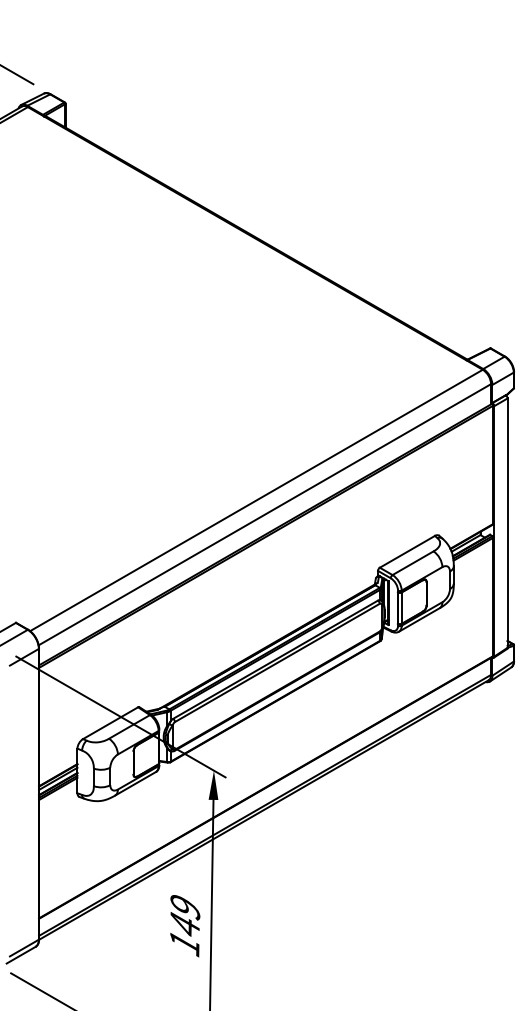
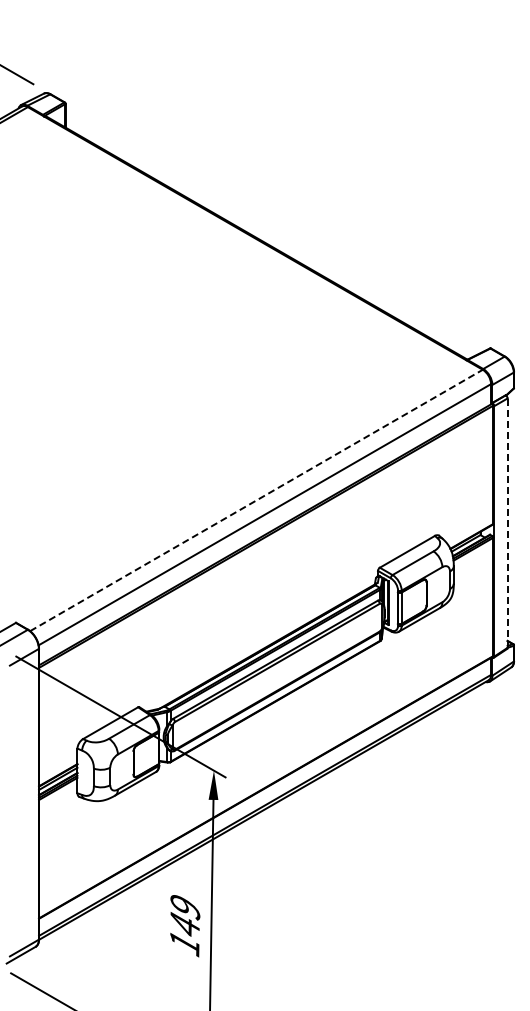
line at (256, 500): solid -> dashed
line at (507, 523): solid -> dashed
